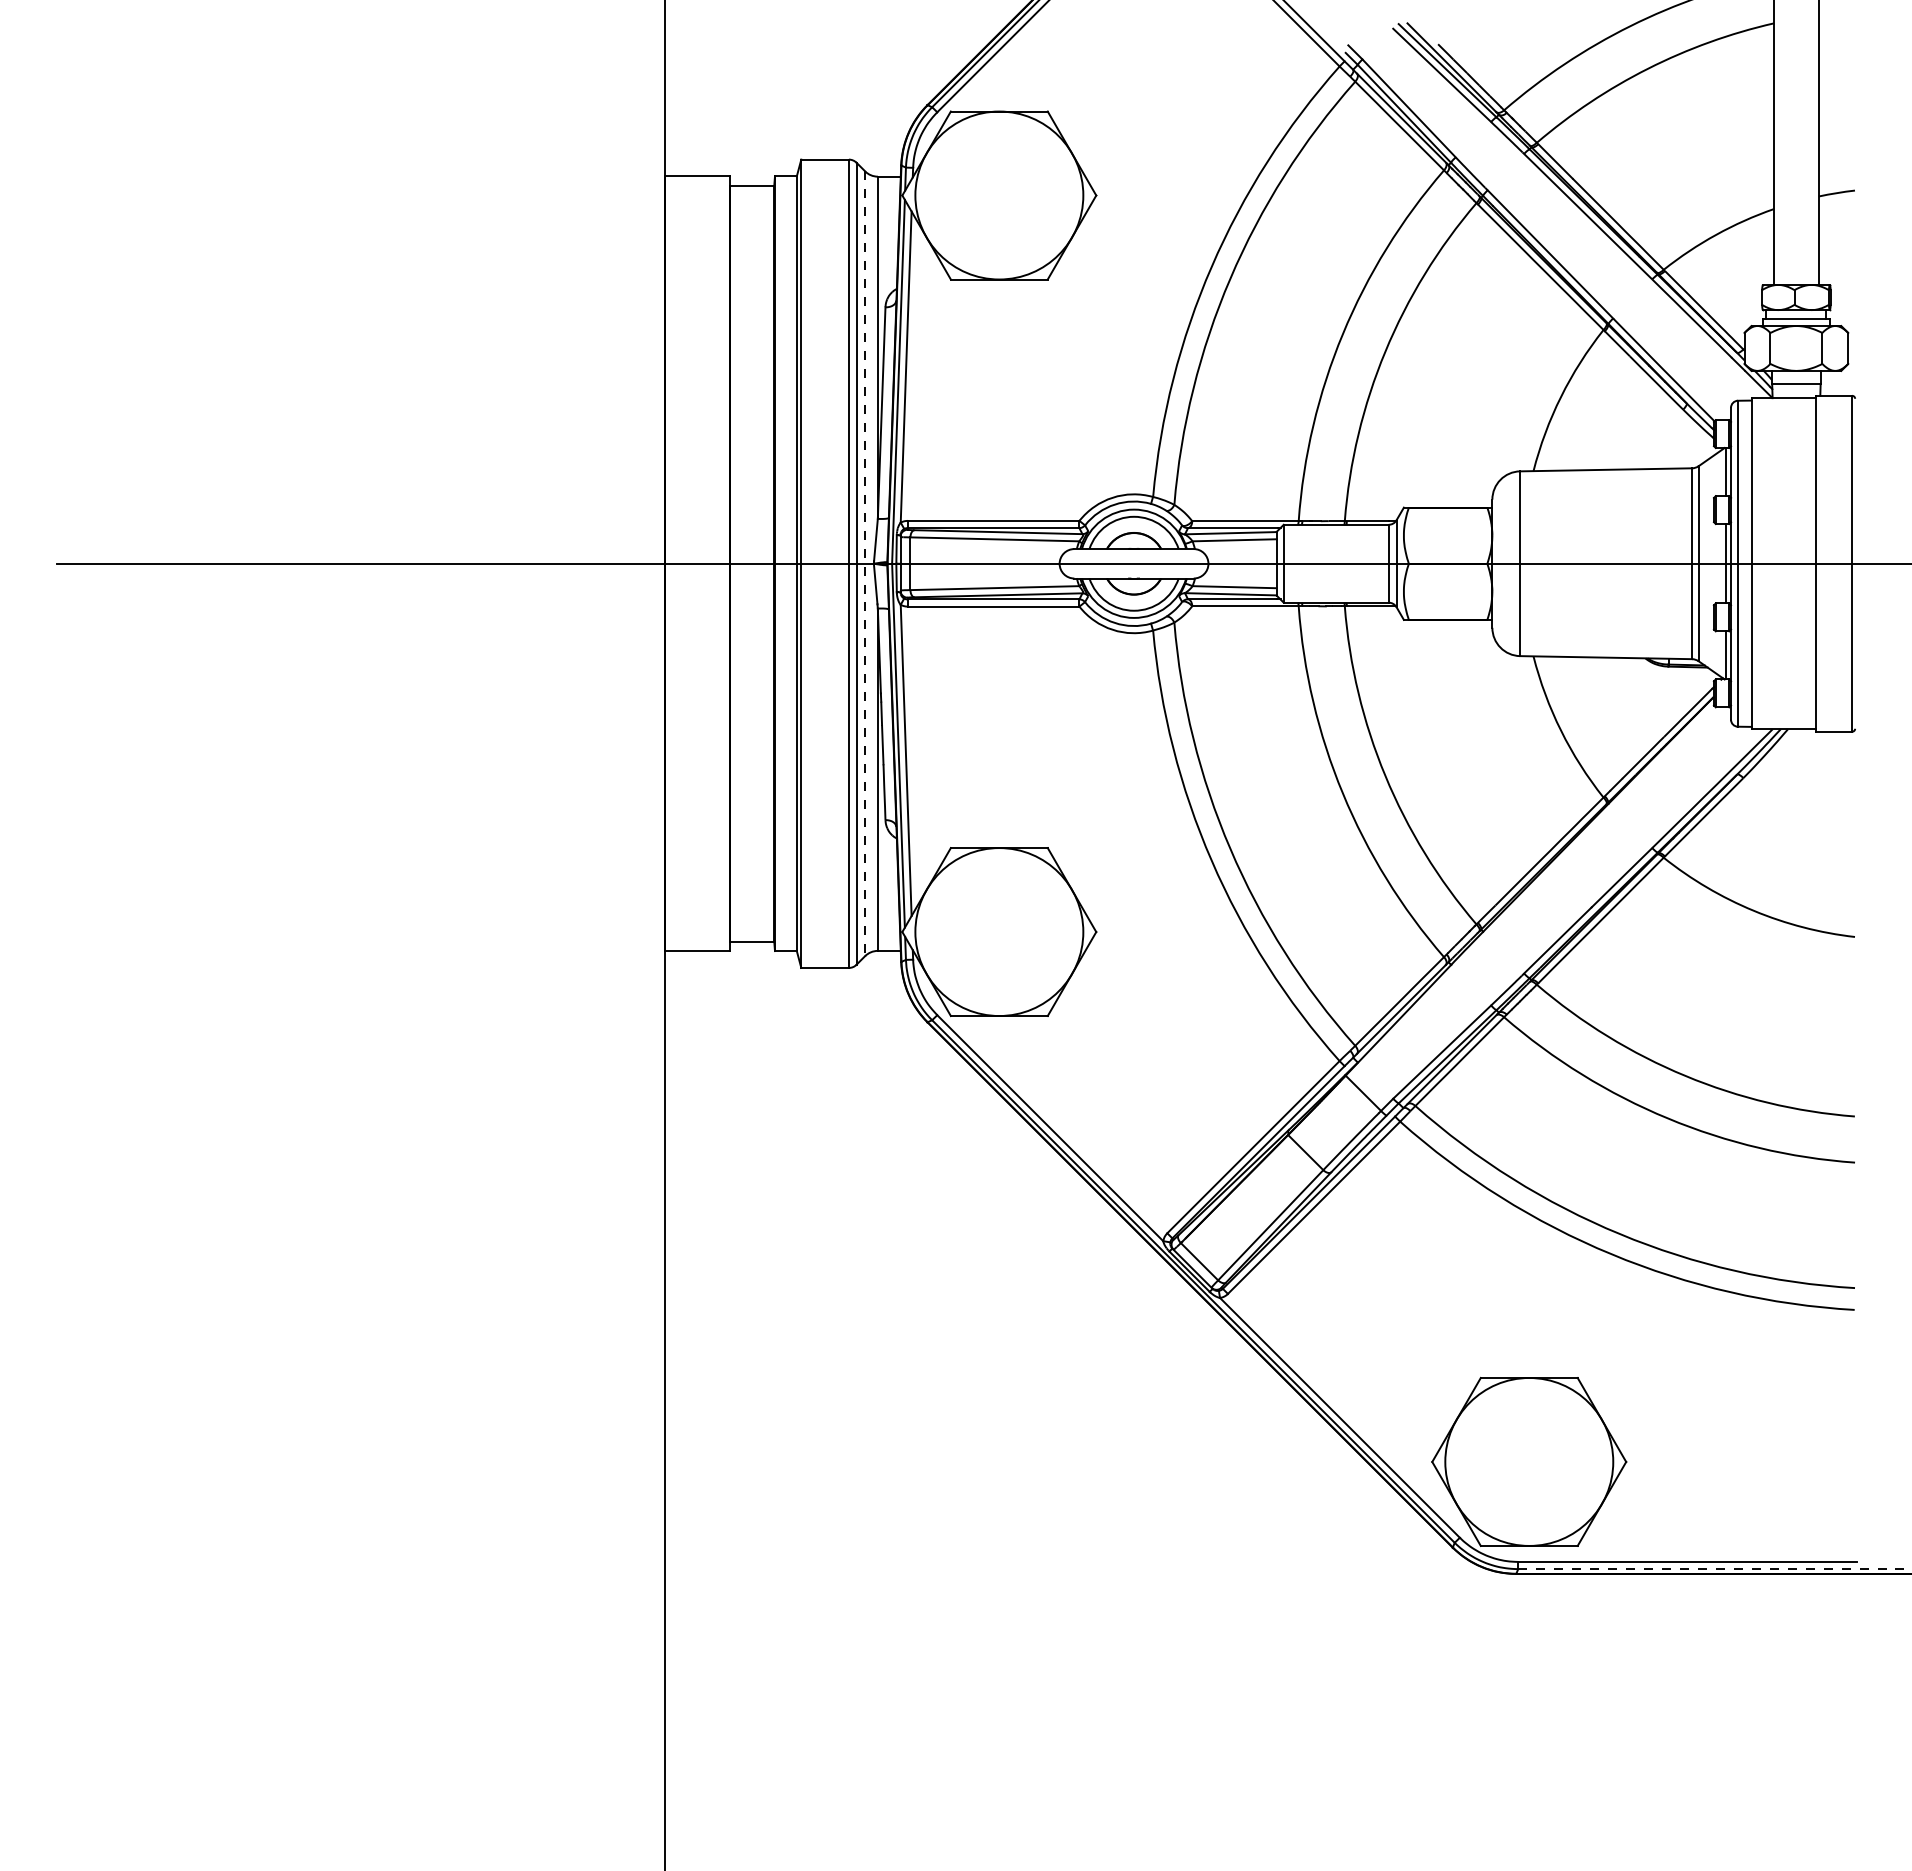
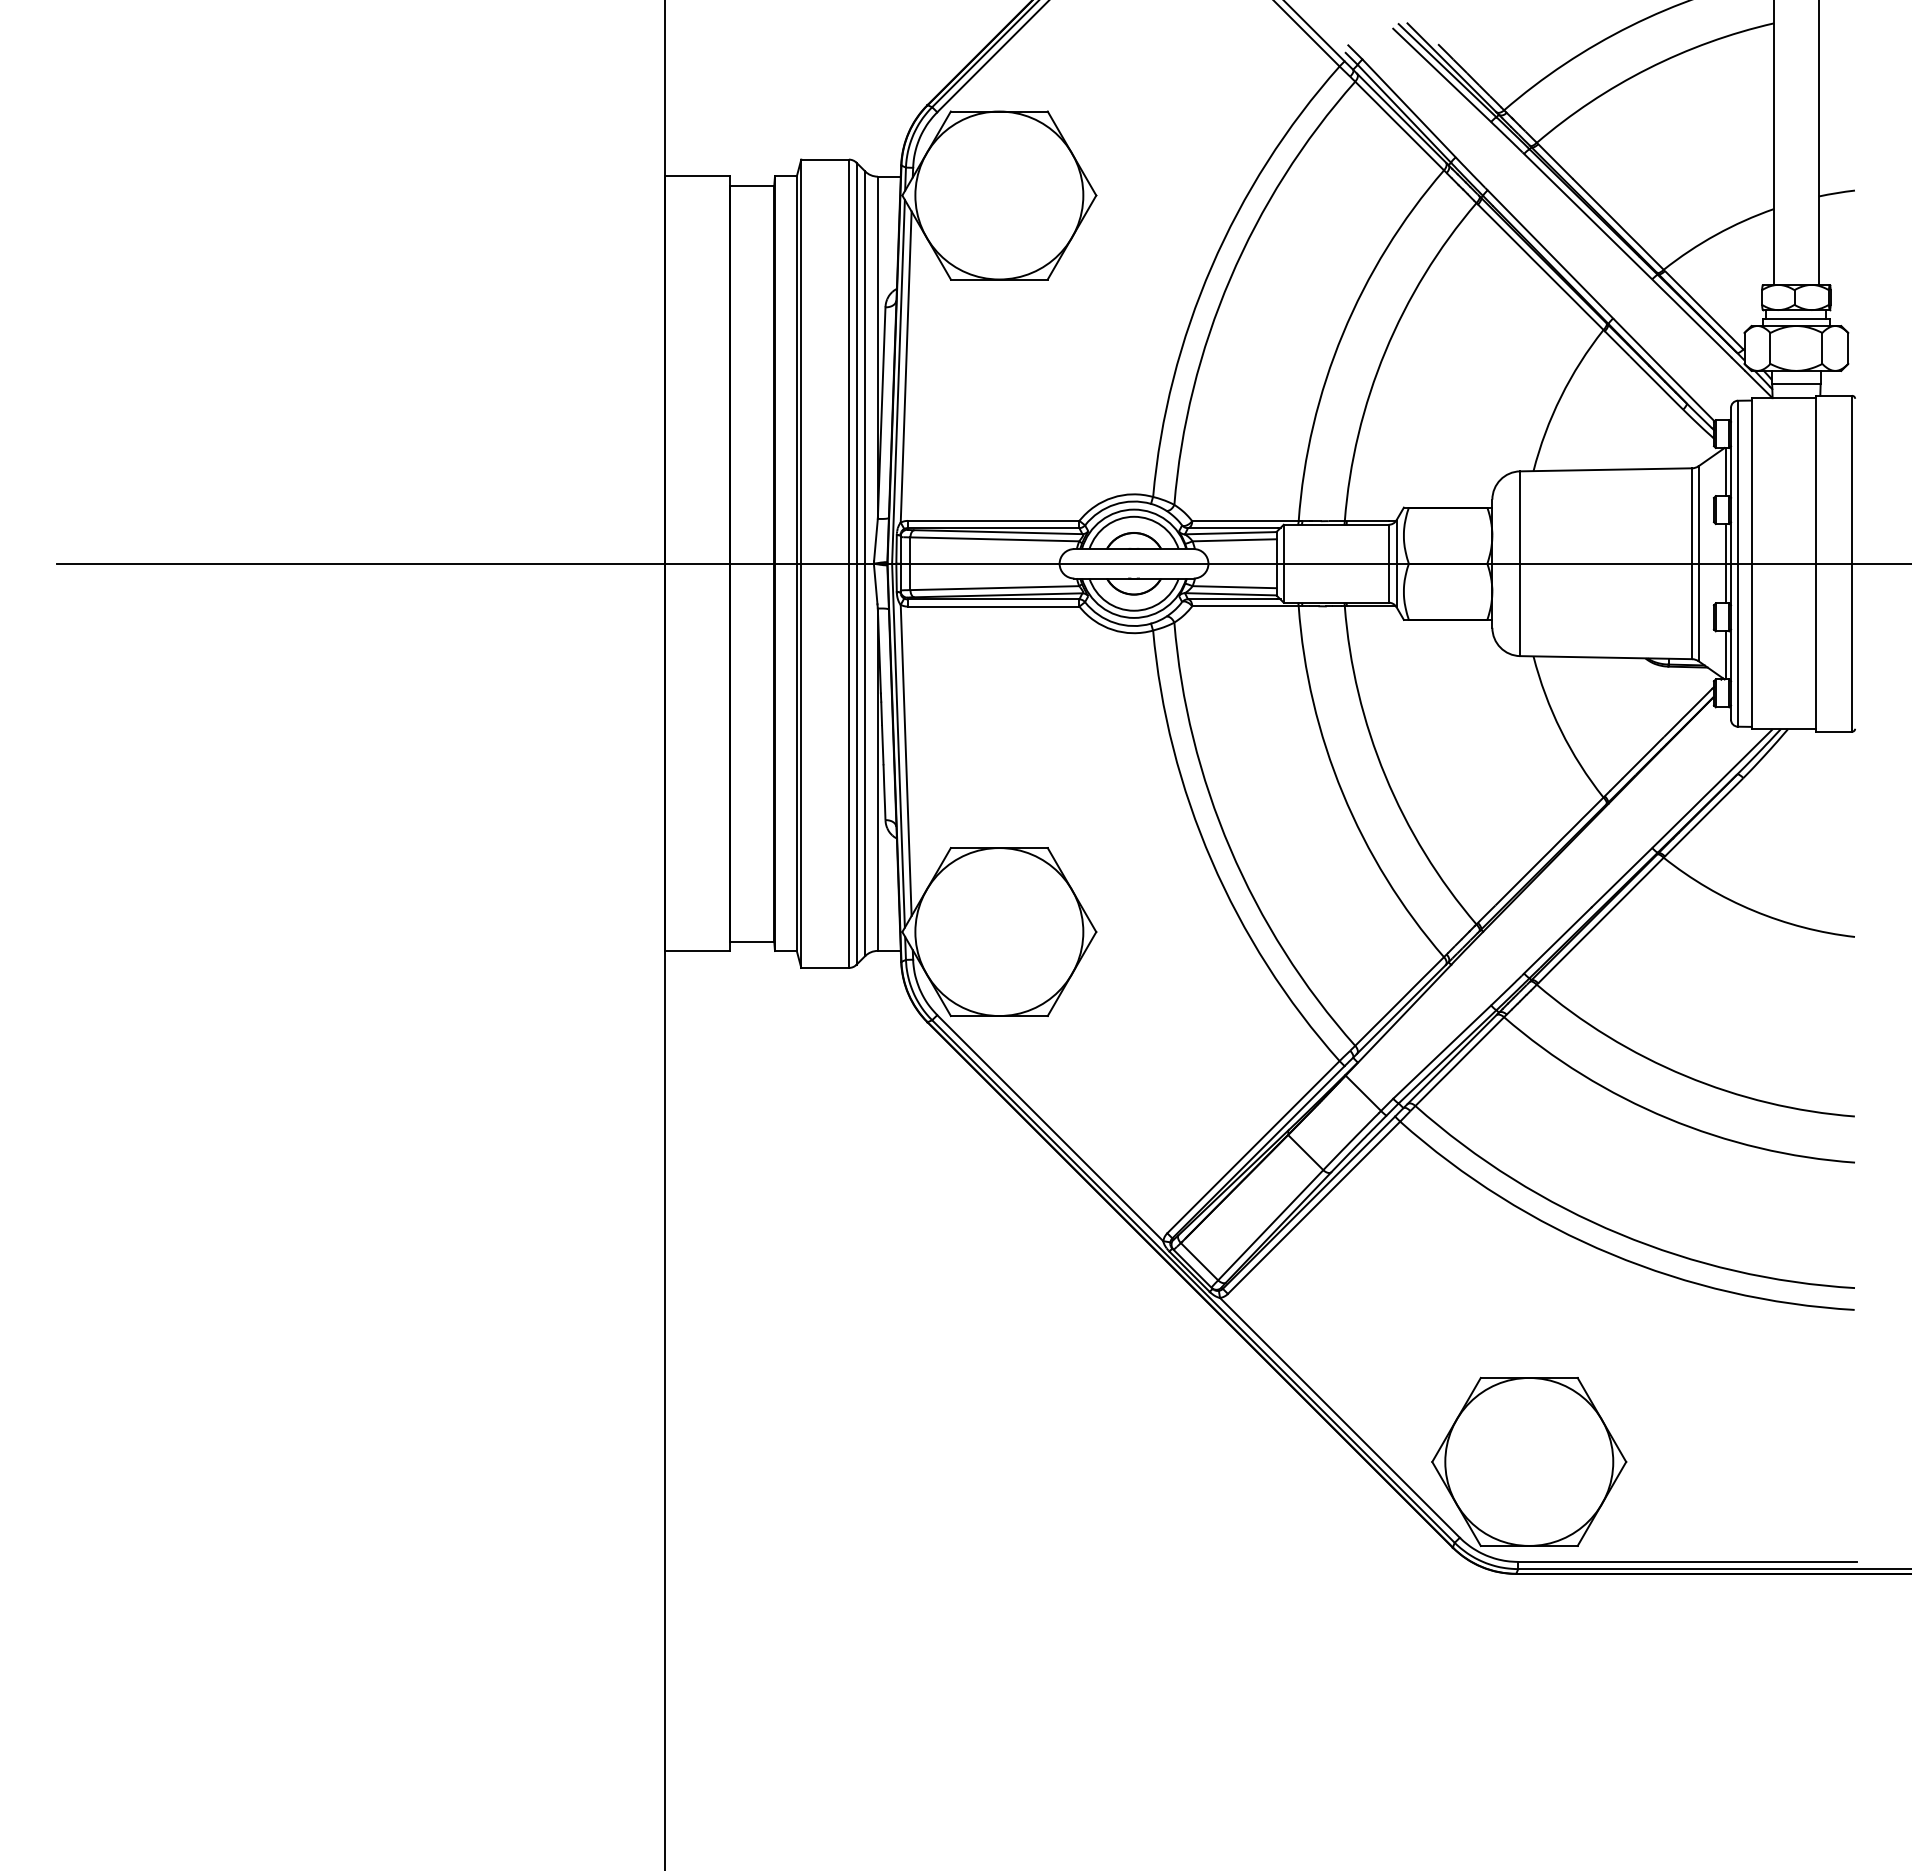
line at (865, 564): dashed -> solid
line at (1714, 1569): dashed -> solid
